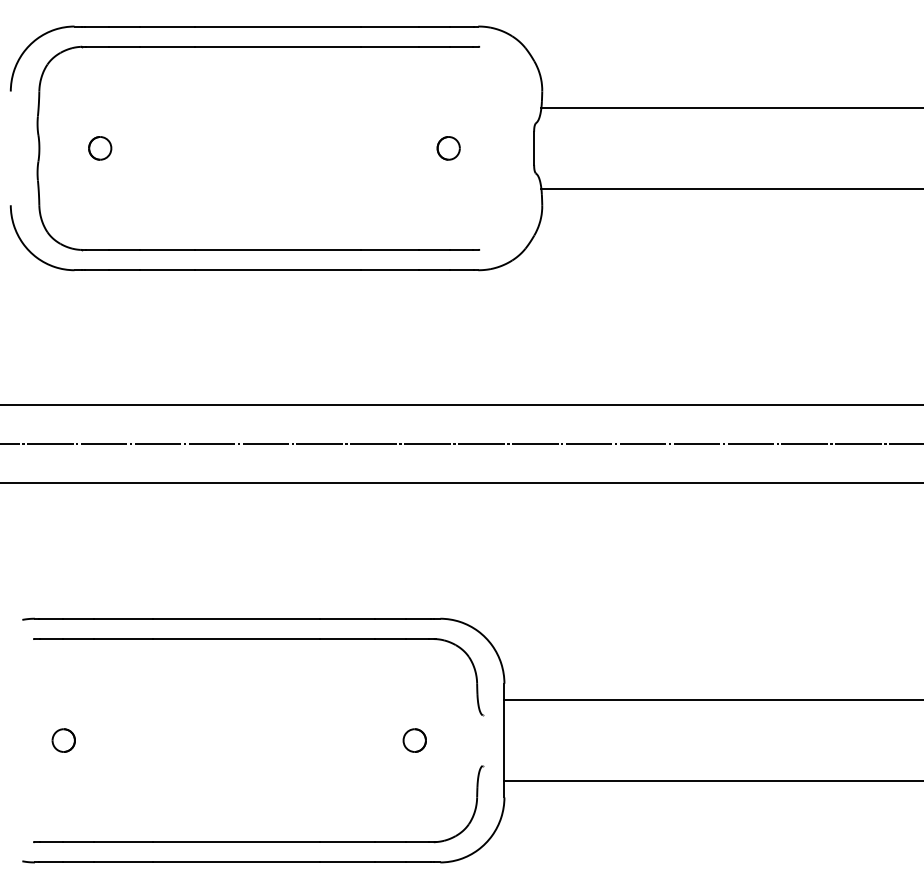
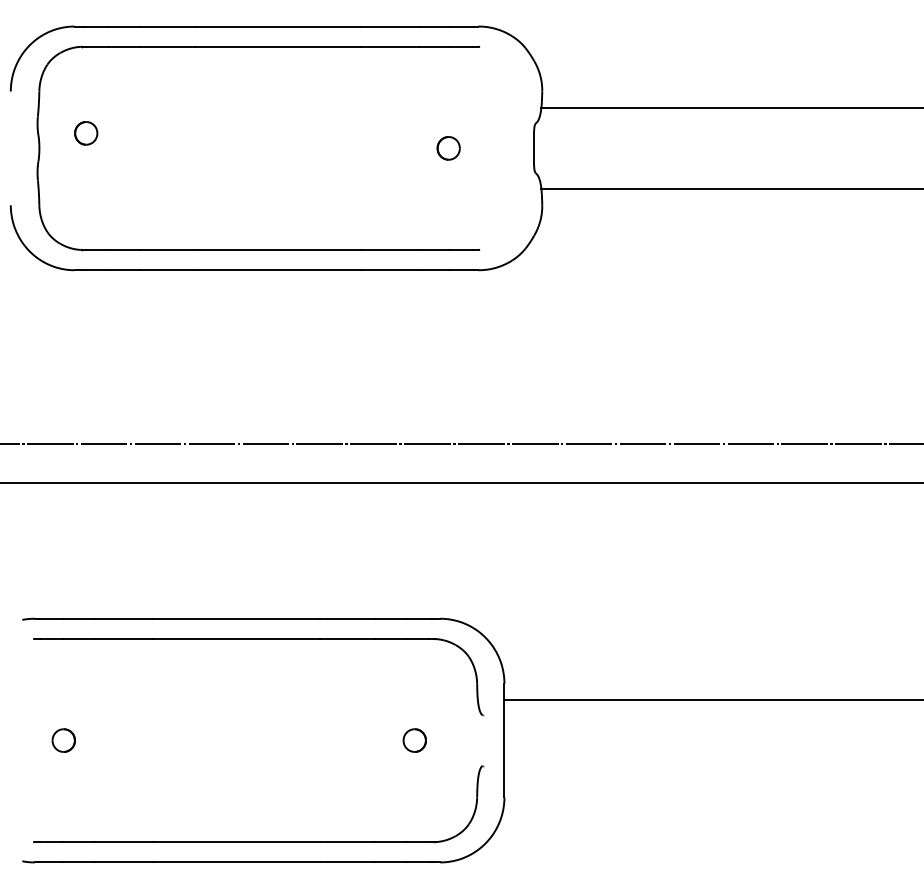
part at (100, 148) position: (100, 148) -> (86, 133)
line at (461, 405): present -> none
line at (712, 781): present -> none
